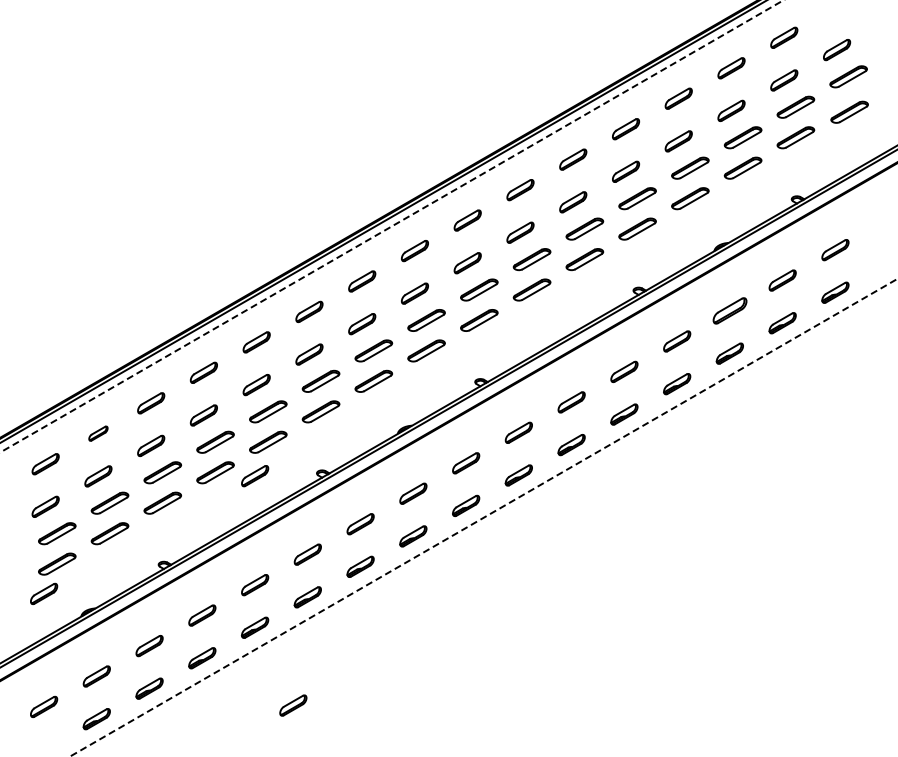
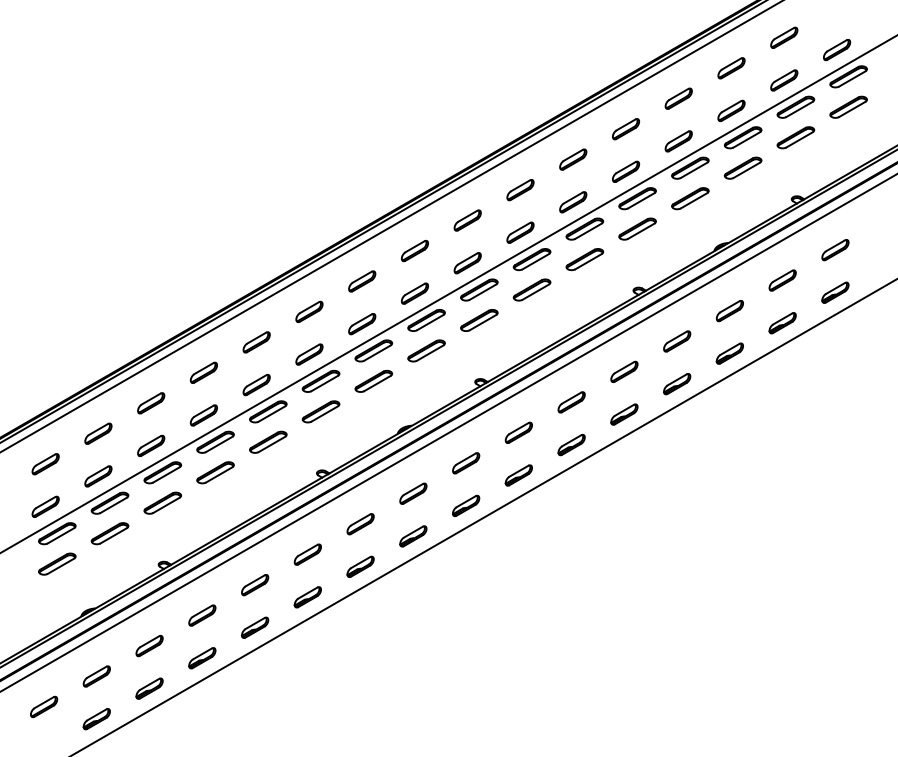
part at (849, 111) position: (849, 111) -> (848, 106)
line at (391, 226): dashed -> solid
line at (448, 293): none -> present
part at (729, 310) size: 36x28 px -> 29x23 px
line at (448, 432): none -> present
part at (98, 433) size: 21x17 px -> 29x23 px
part at (255, 476): present -> none
line at (483, 517): dashed -> solid
part at (44, 593): present -> none
part at (293, 705): present -> none
